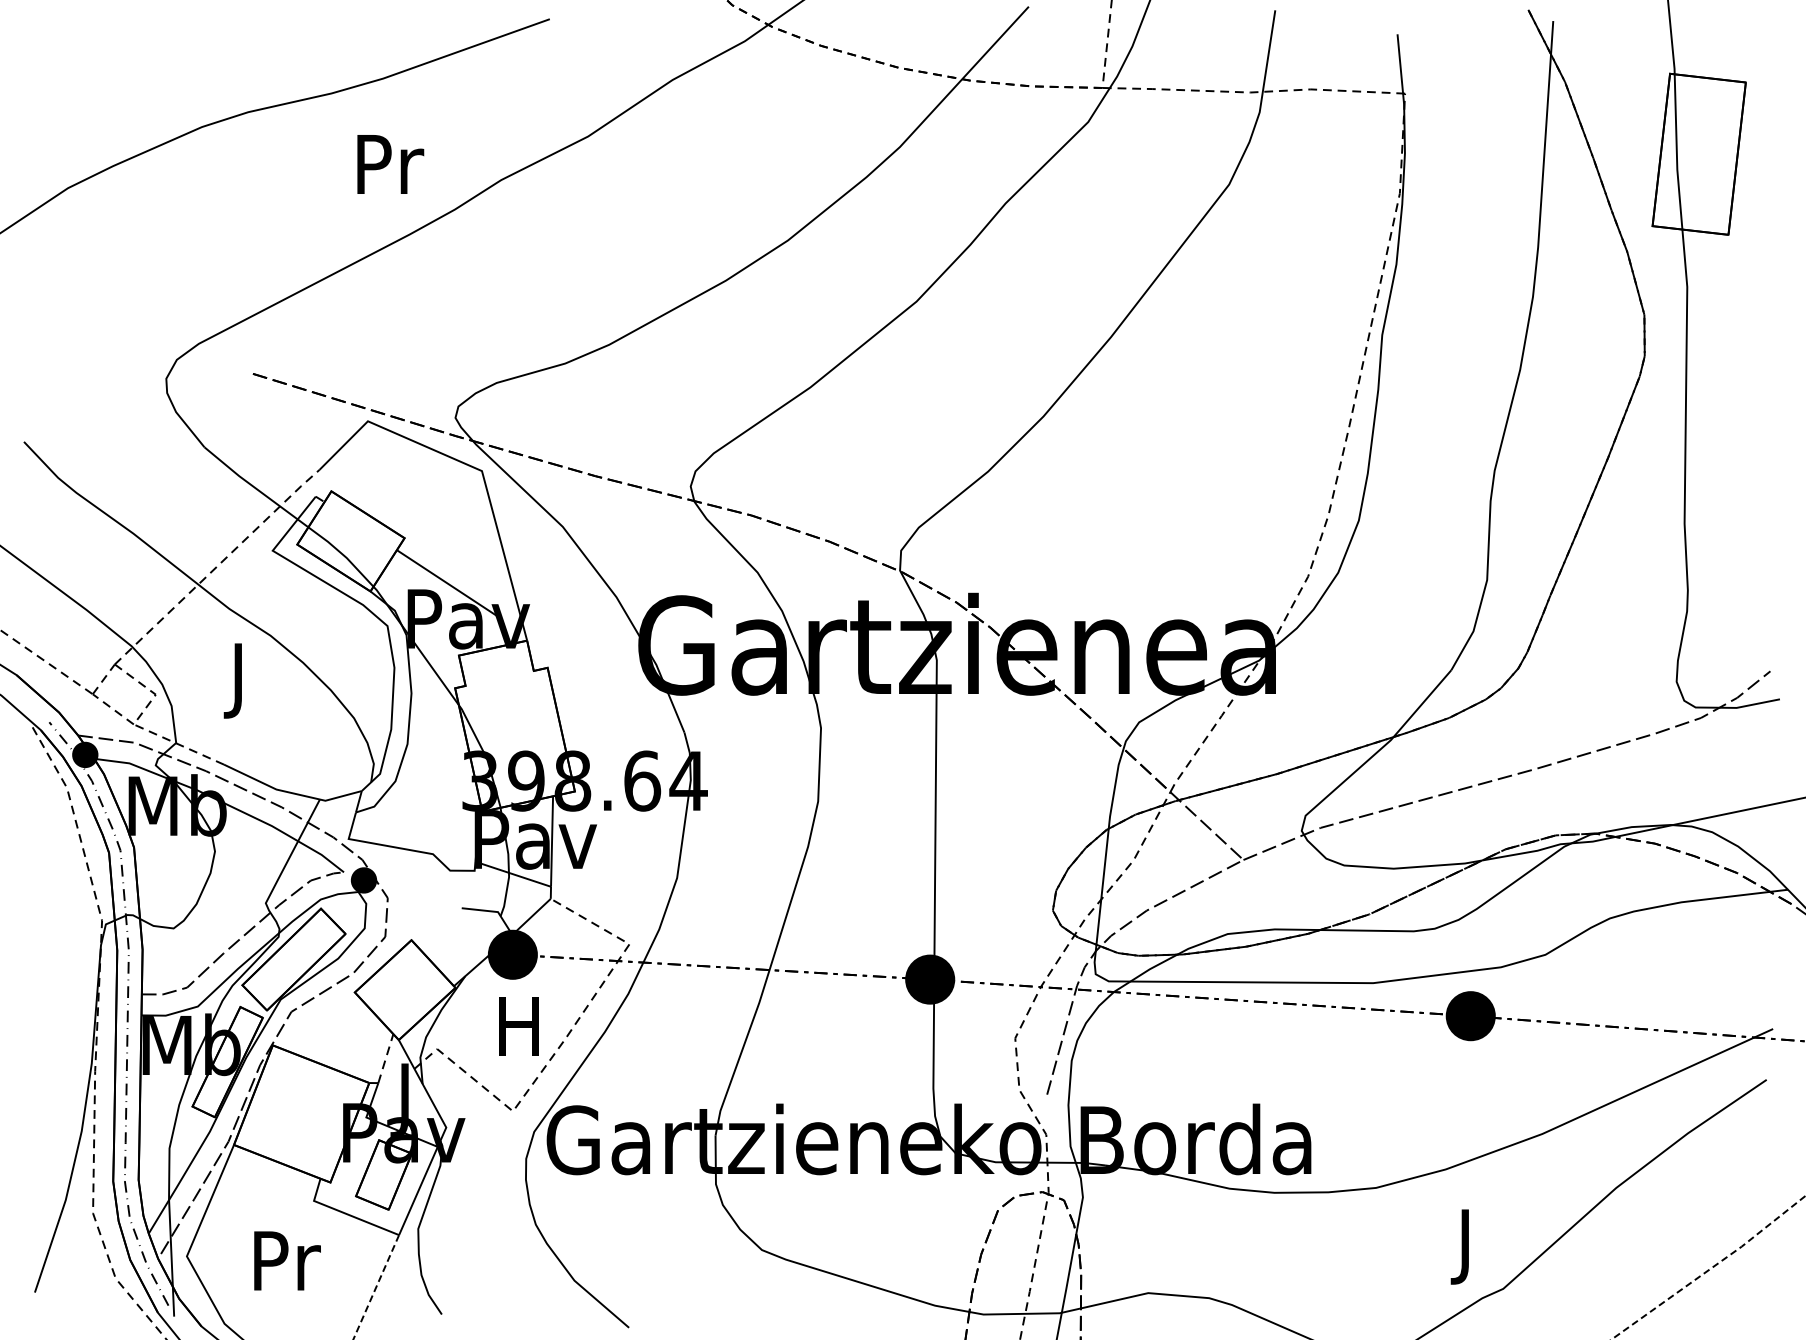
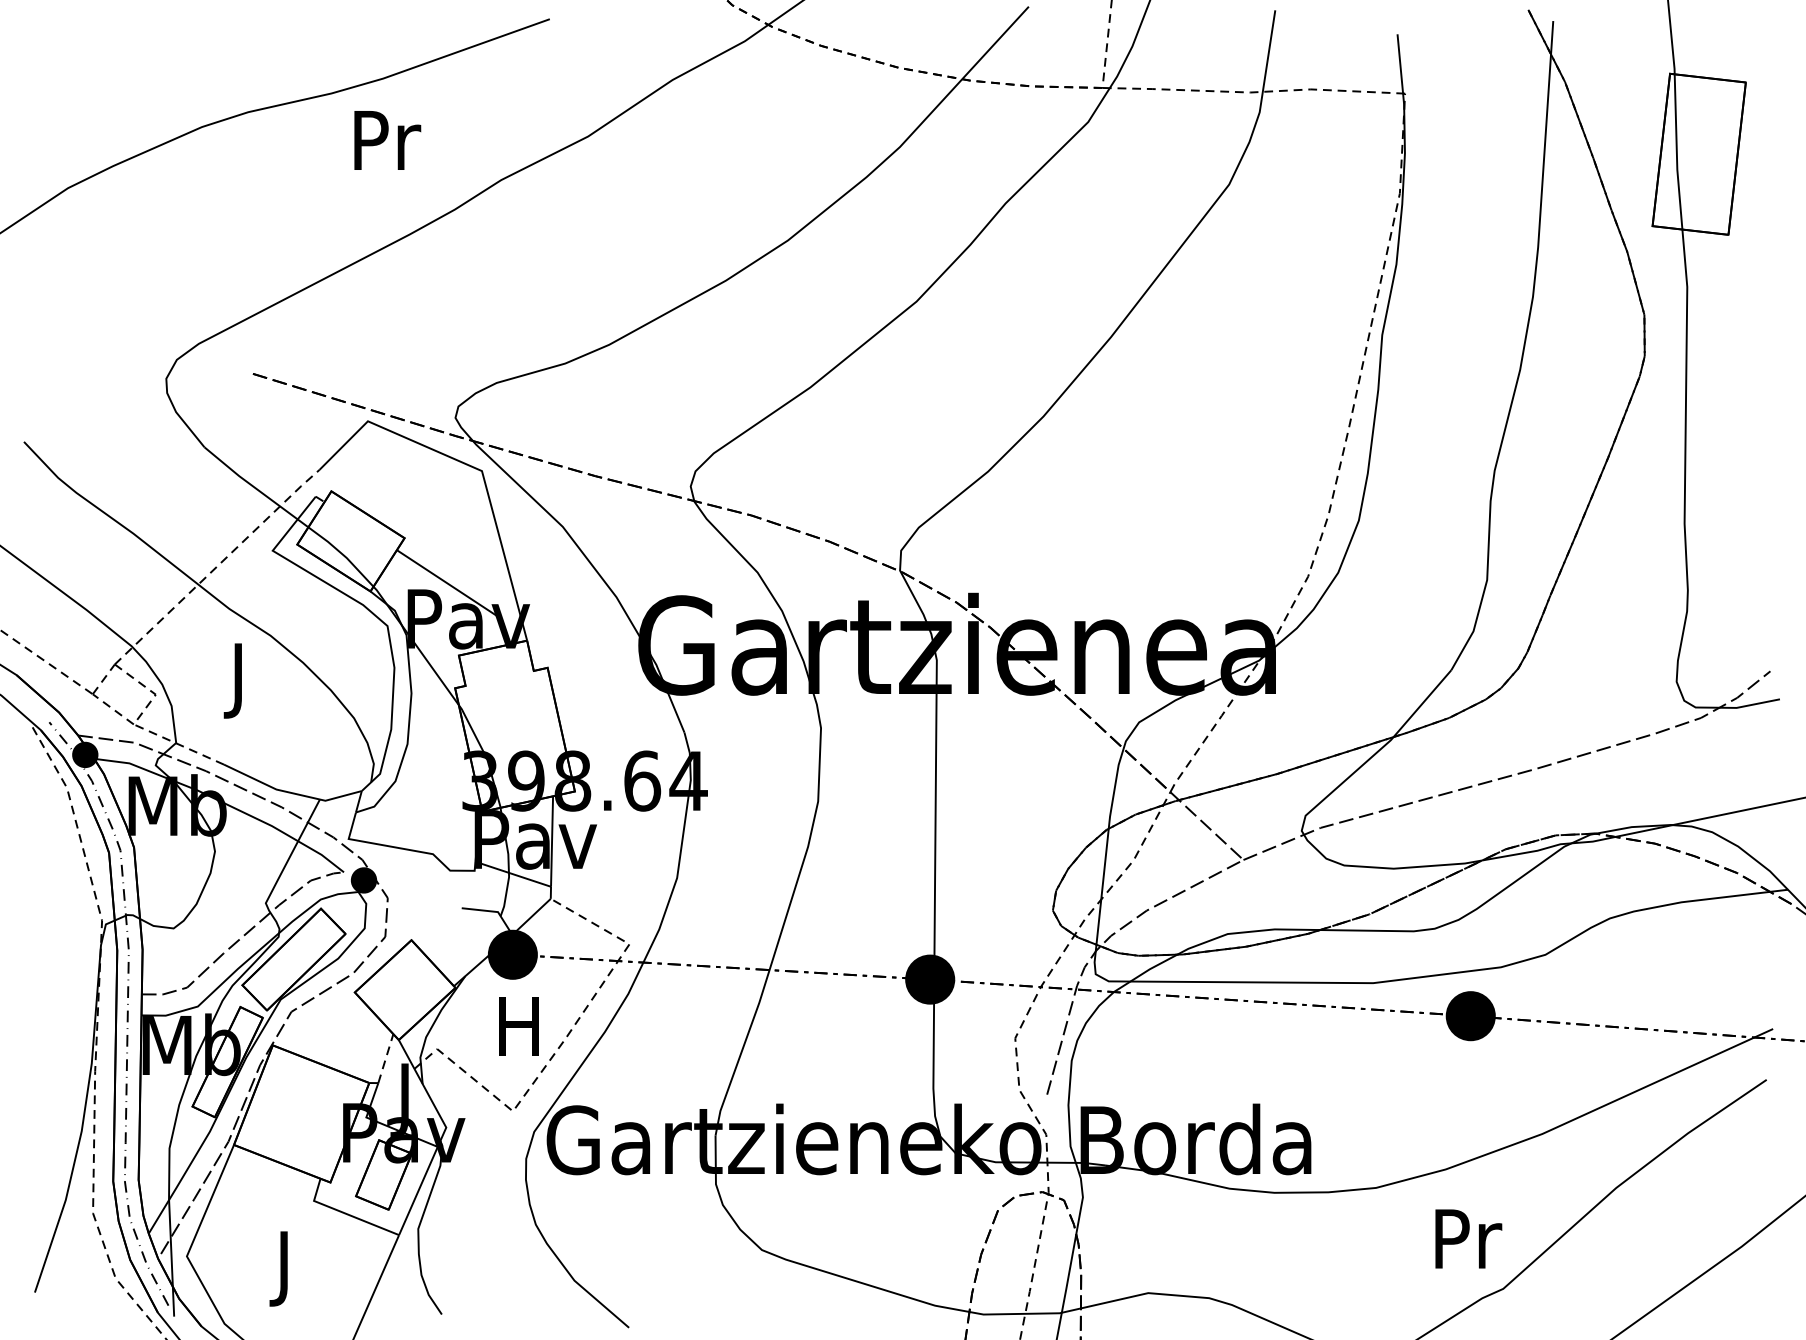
text at (390, 164) position: (390, 164) -> (387, 140)
text at (1468, 1246): J -> Pr
text at (287, 1268): Pr -> J
line at (1710, 1268): dashed -> solid
line at (376, 1287): dashed -> solid
